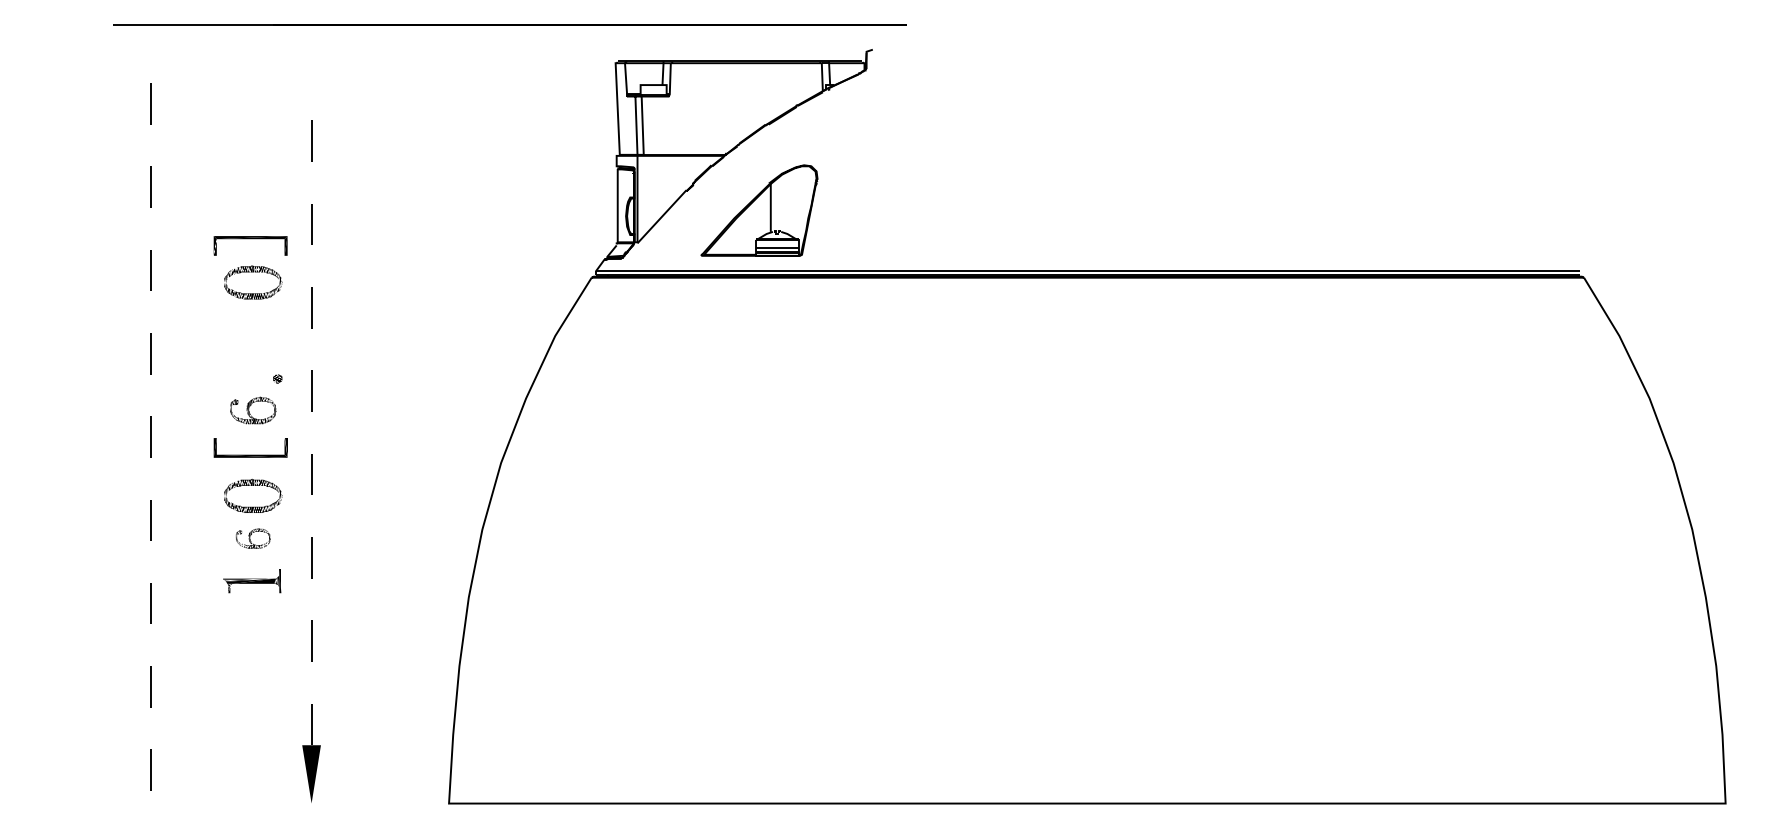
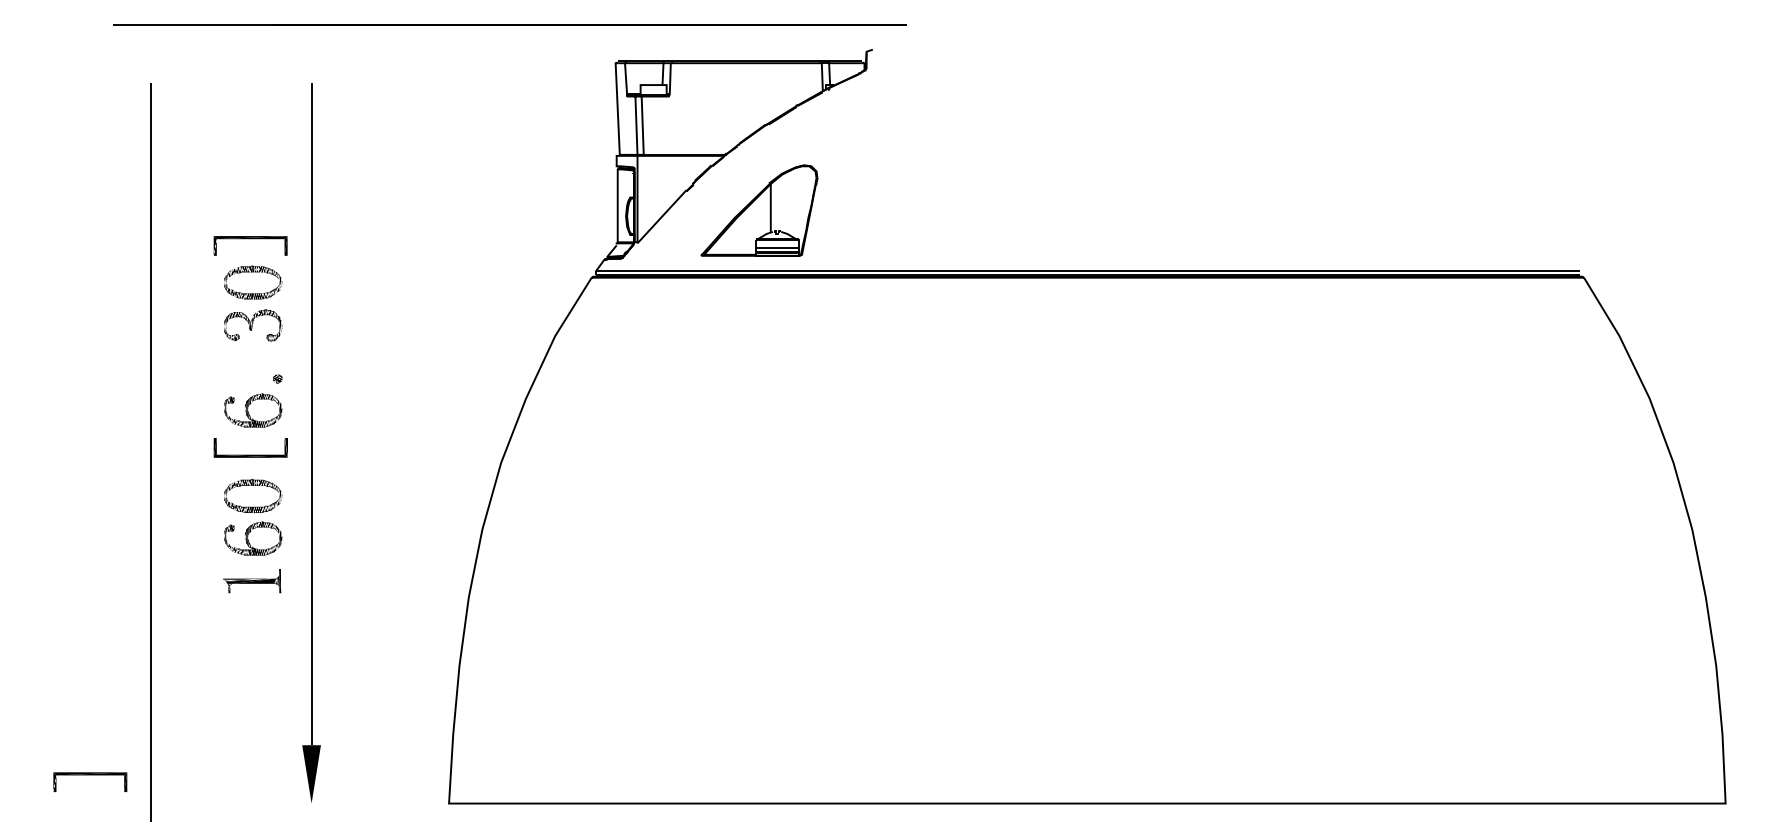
part at (253, 325): none -> present
part at (253, 410) size: 47x29 px -> 59x35 px
line at (311, 413): dashed -> solid
line at (151, 452): dashed -> solid
part at (253, 538) size: 35x21 px -> 59x35 px
part at (90, 781): none -> present
